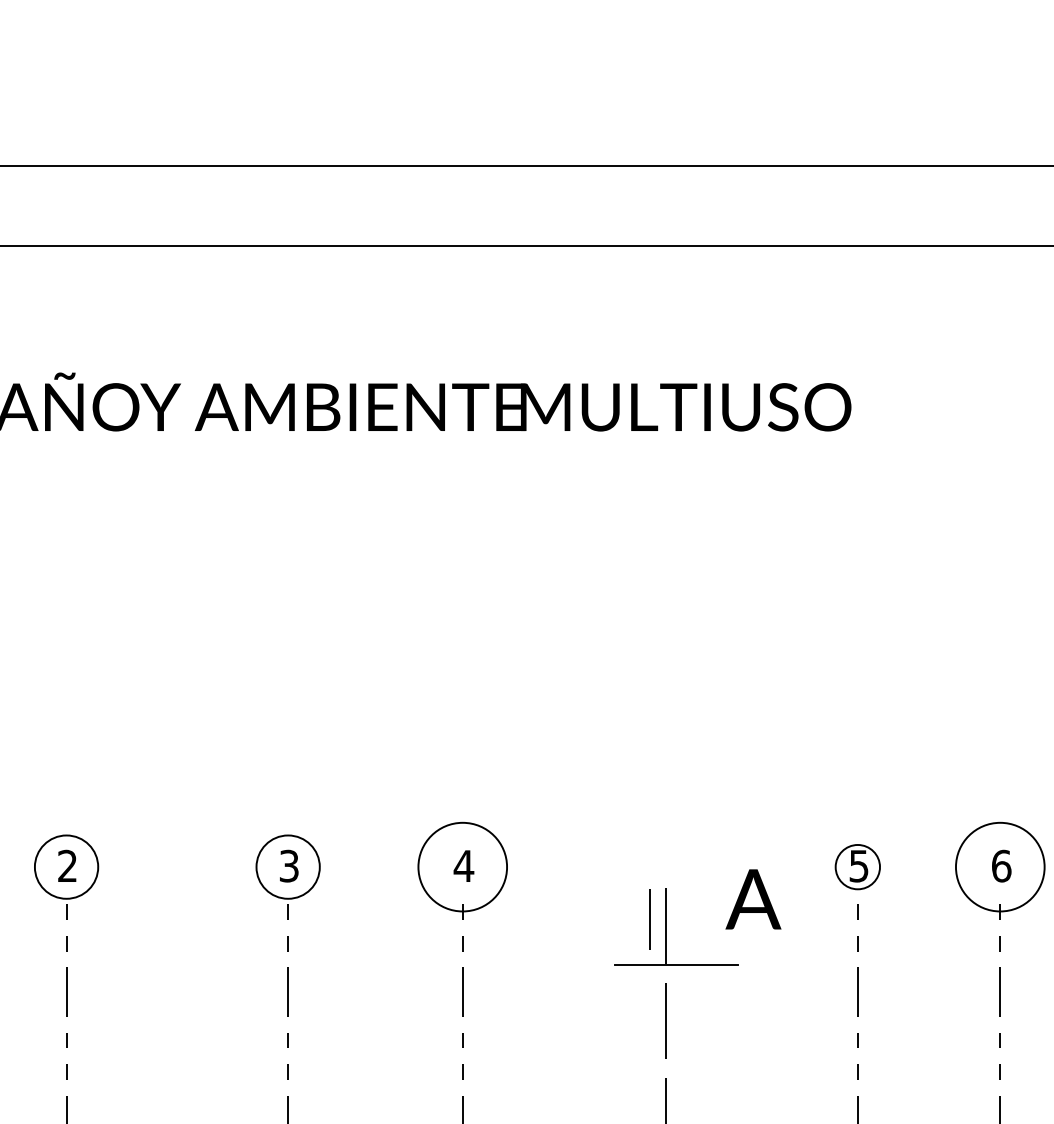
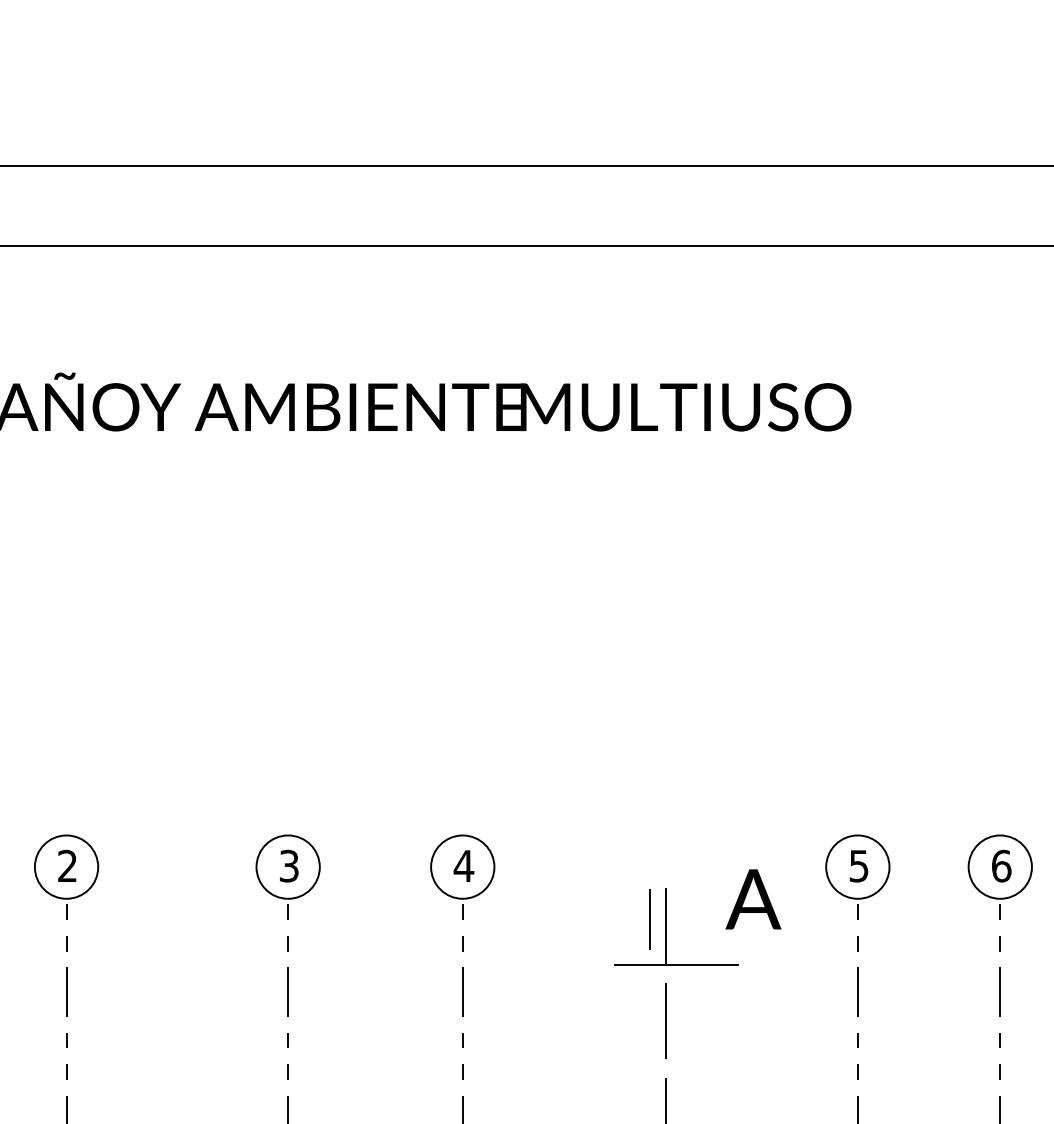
circle at (462, 866) diameter: 89 px -> 63 px
circle at (857, 866) diameter: 44 px -> 63 px
circle at (999, 866) diameter: 89 px -> 63 px
